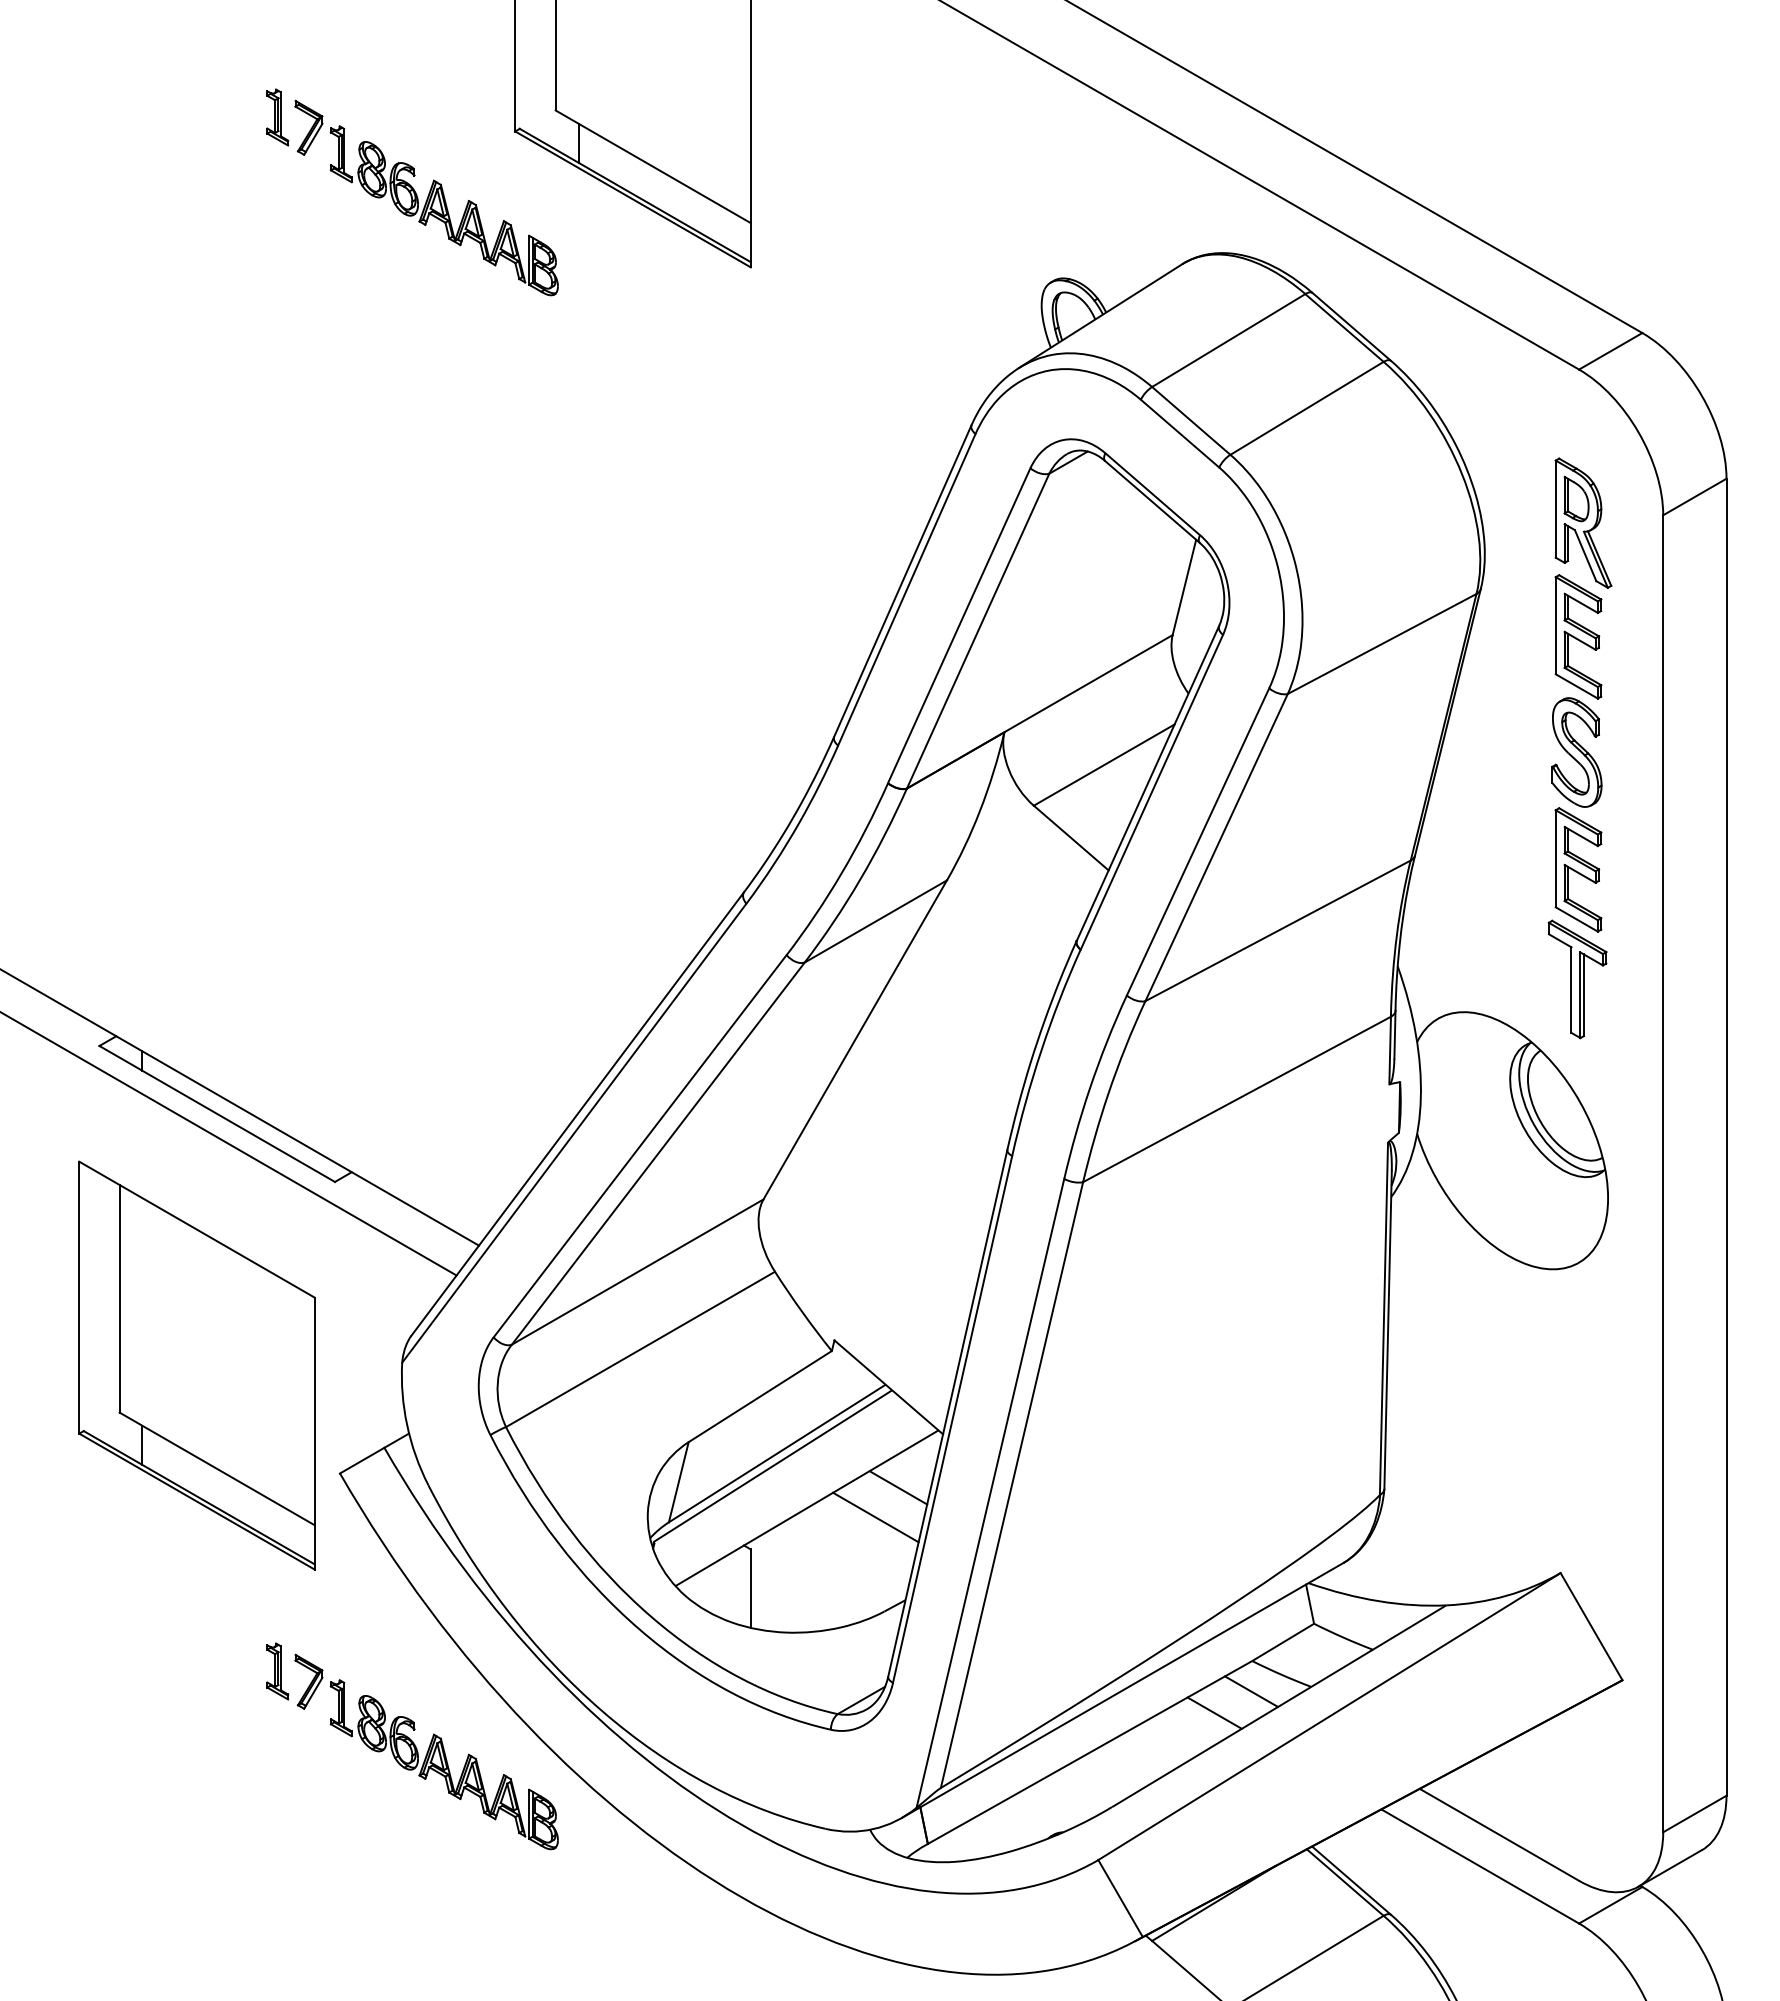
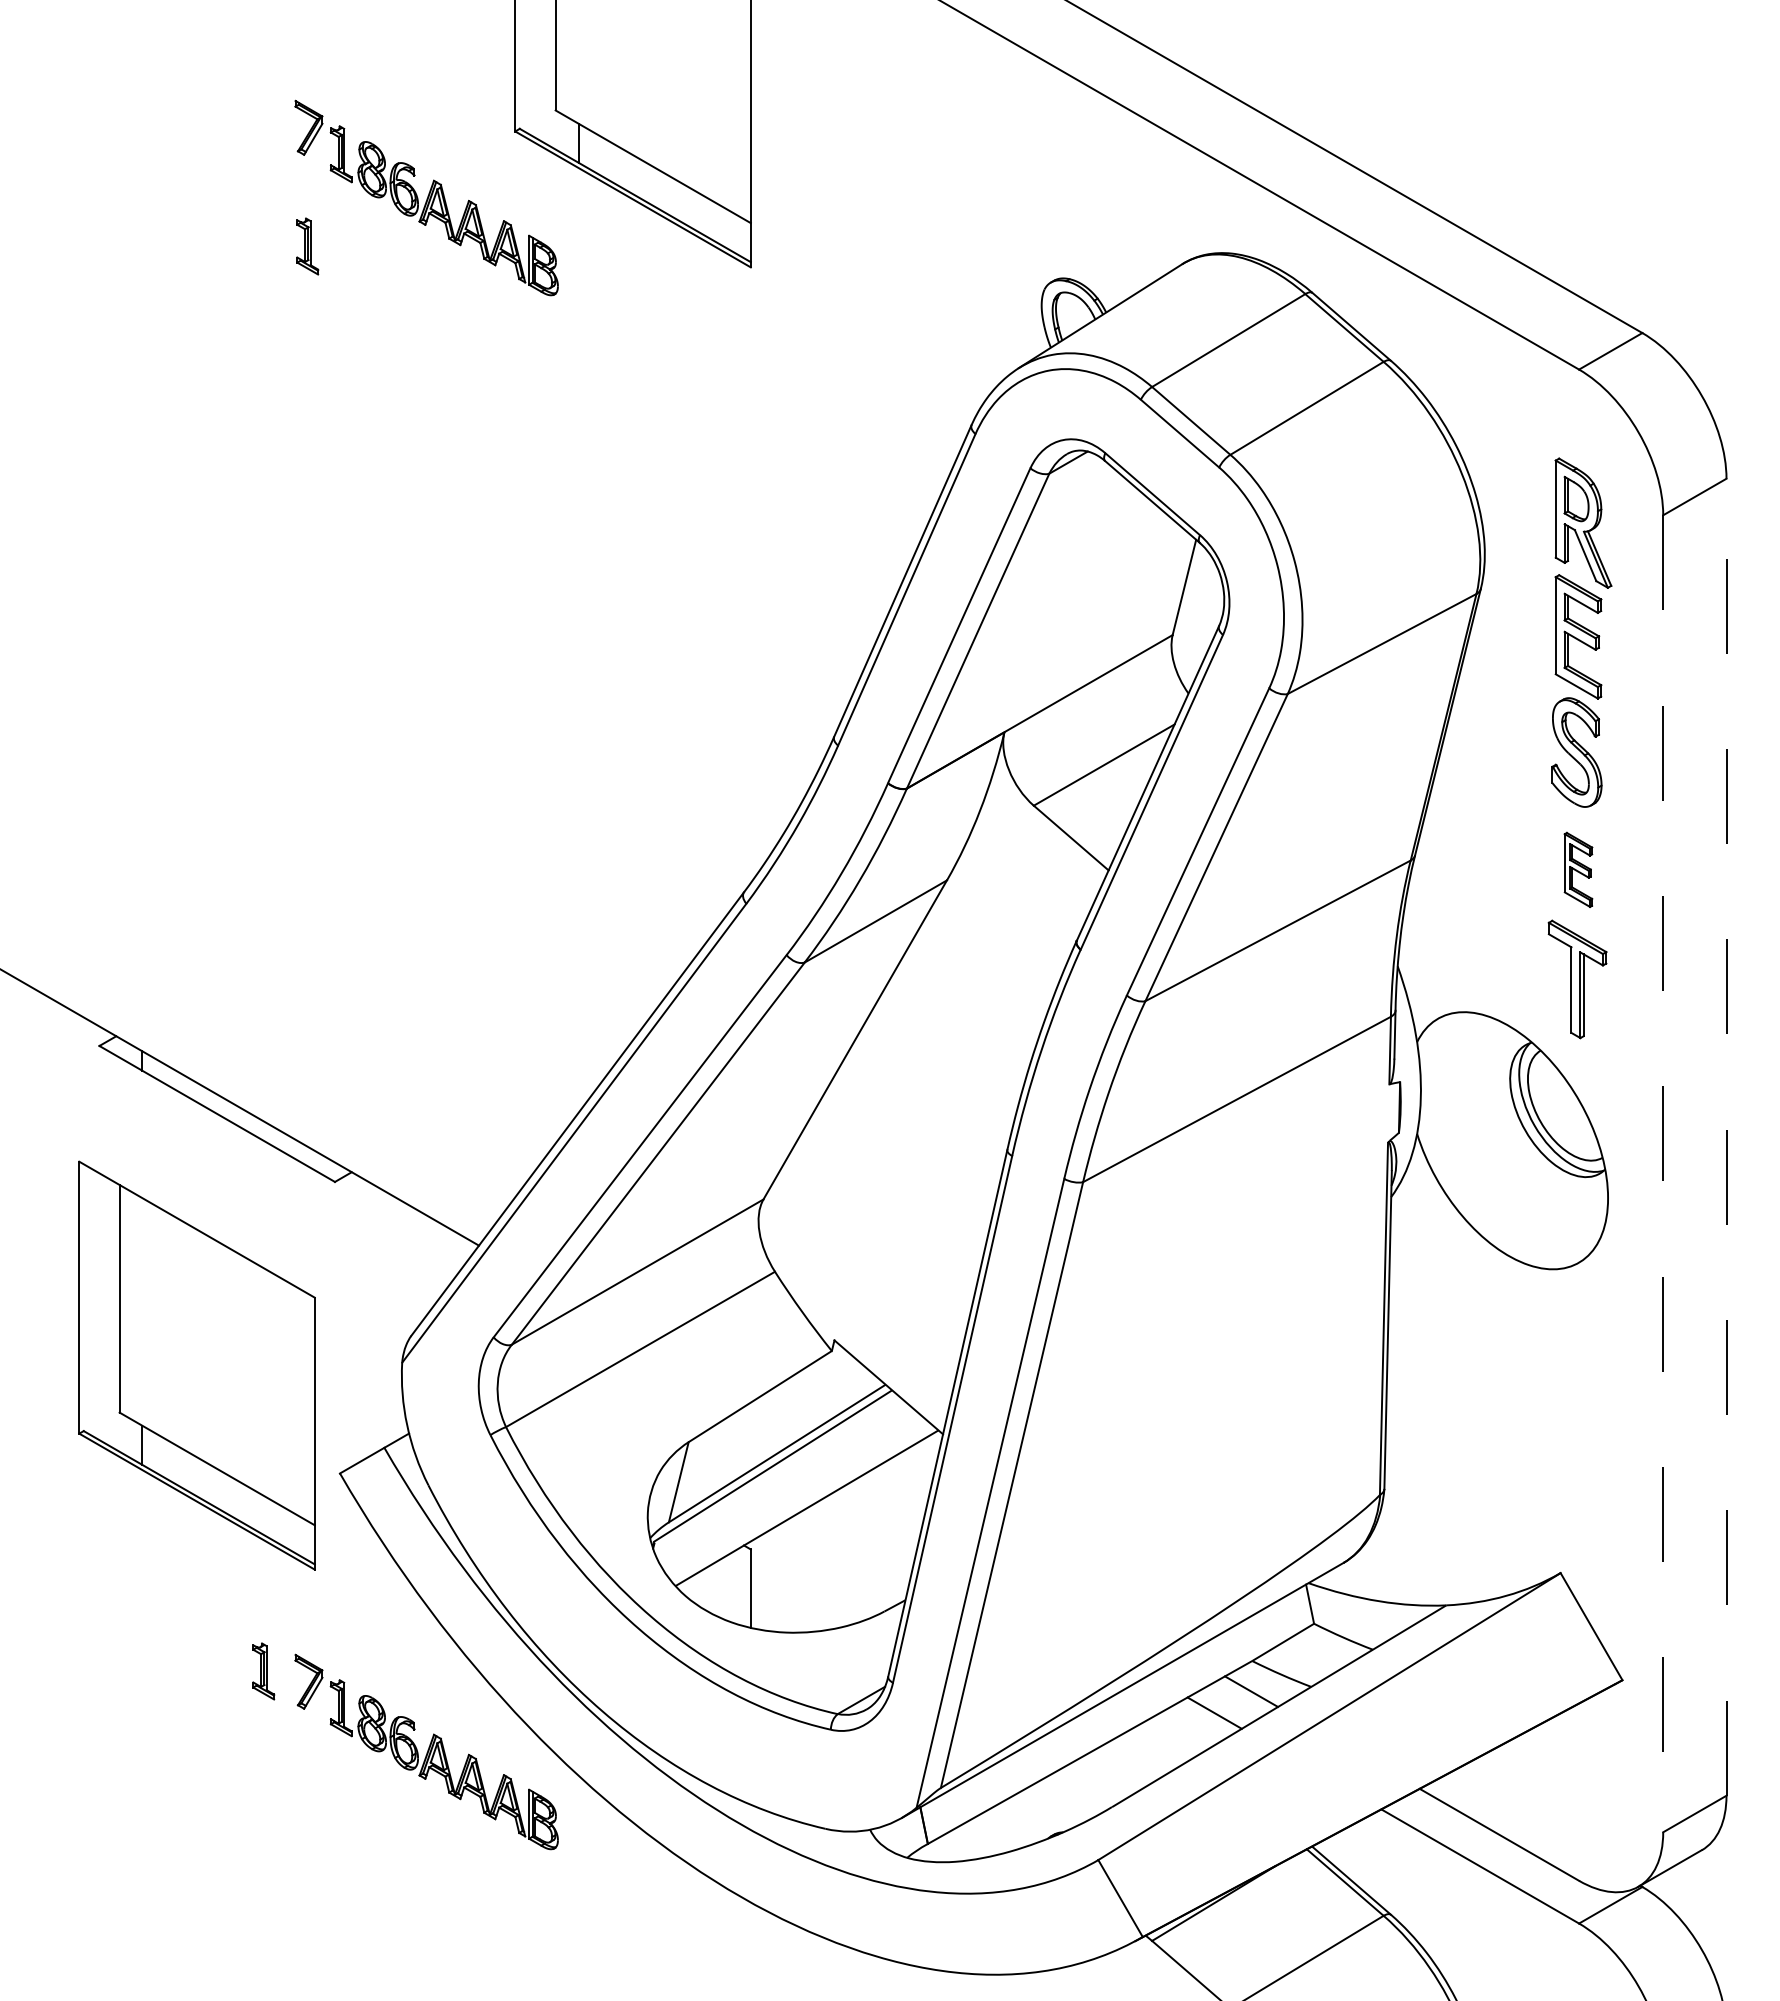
part at (277, 117) position: (277, 117) -> (307, 246)
part at (1578, 869) size: 49x126 px -> 31x77 px
line at (1726, 1136): solid -> dashed
line at (229, 1144): present -> none
line at (1663, 1174): solid -> dashed
line at (898, 1487): present -> none
line at (875, 1517): present -> none
part at (277, 1671) position: (277, 1671) -> (263, 1671)
